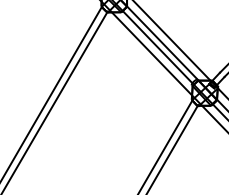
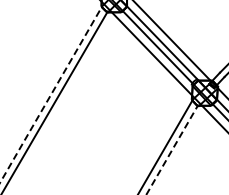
line at (51, 94): solid -> dashed
line at (172, 149): solid -> dashed
